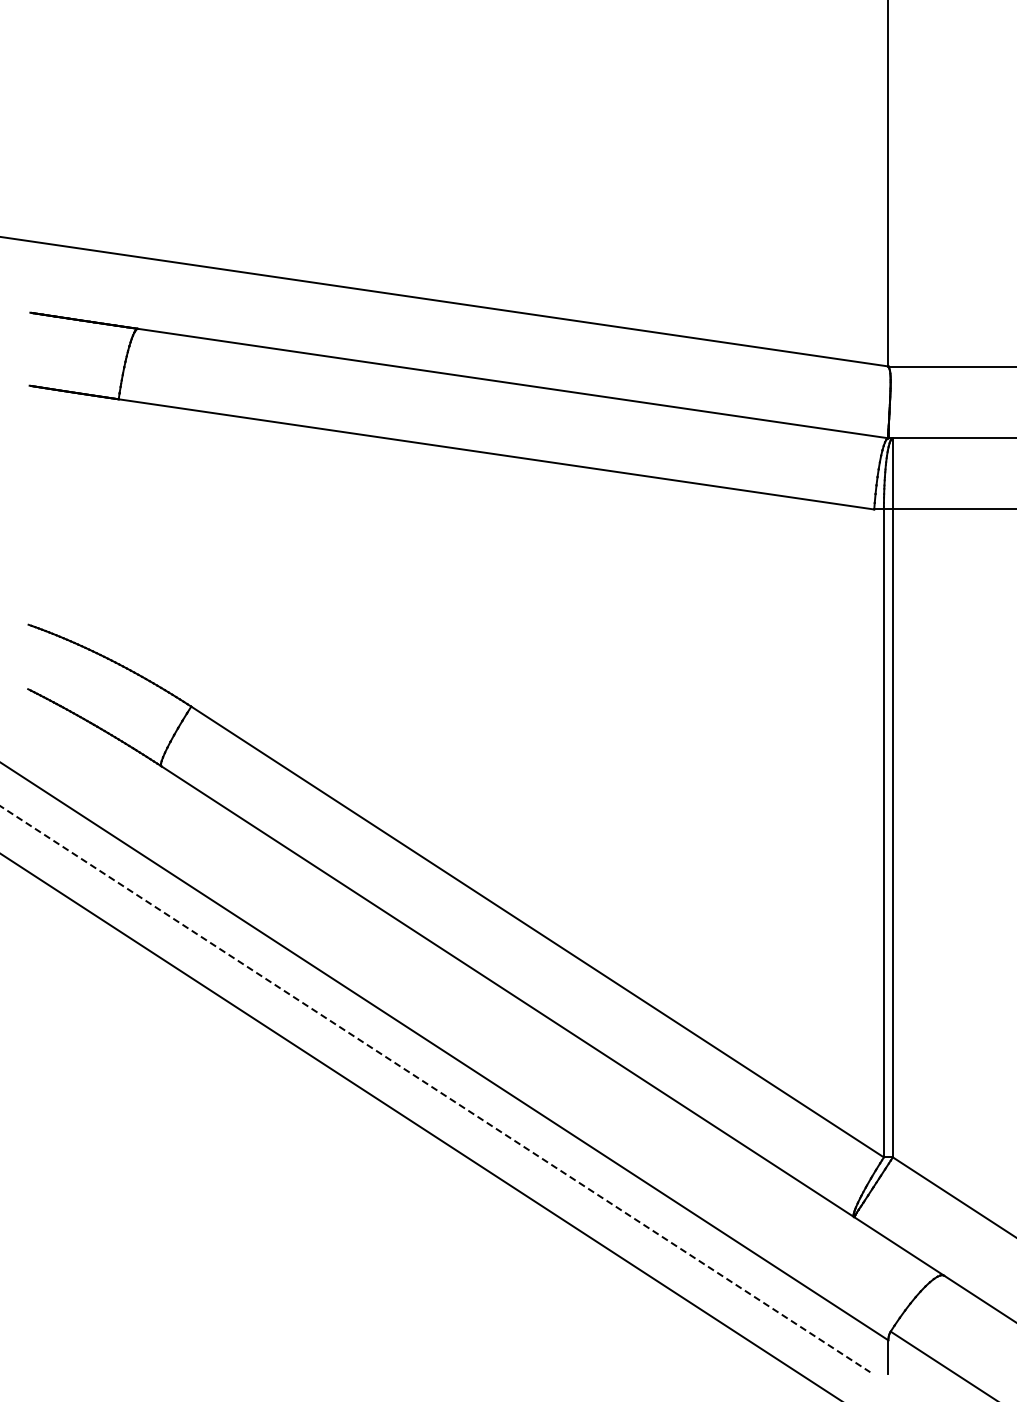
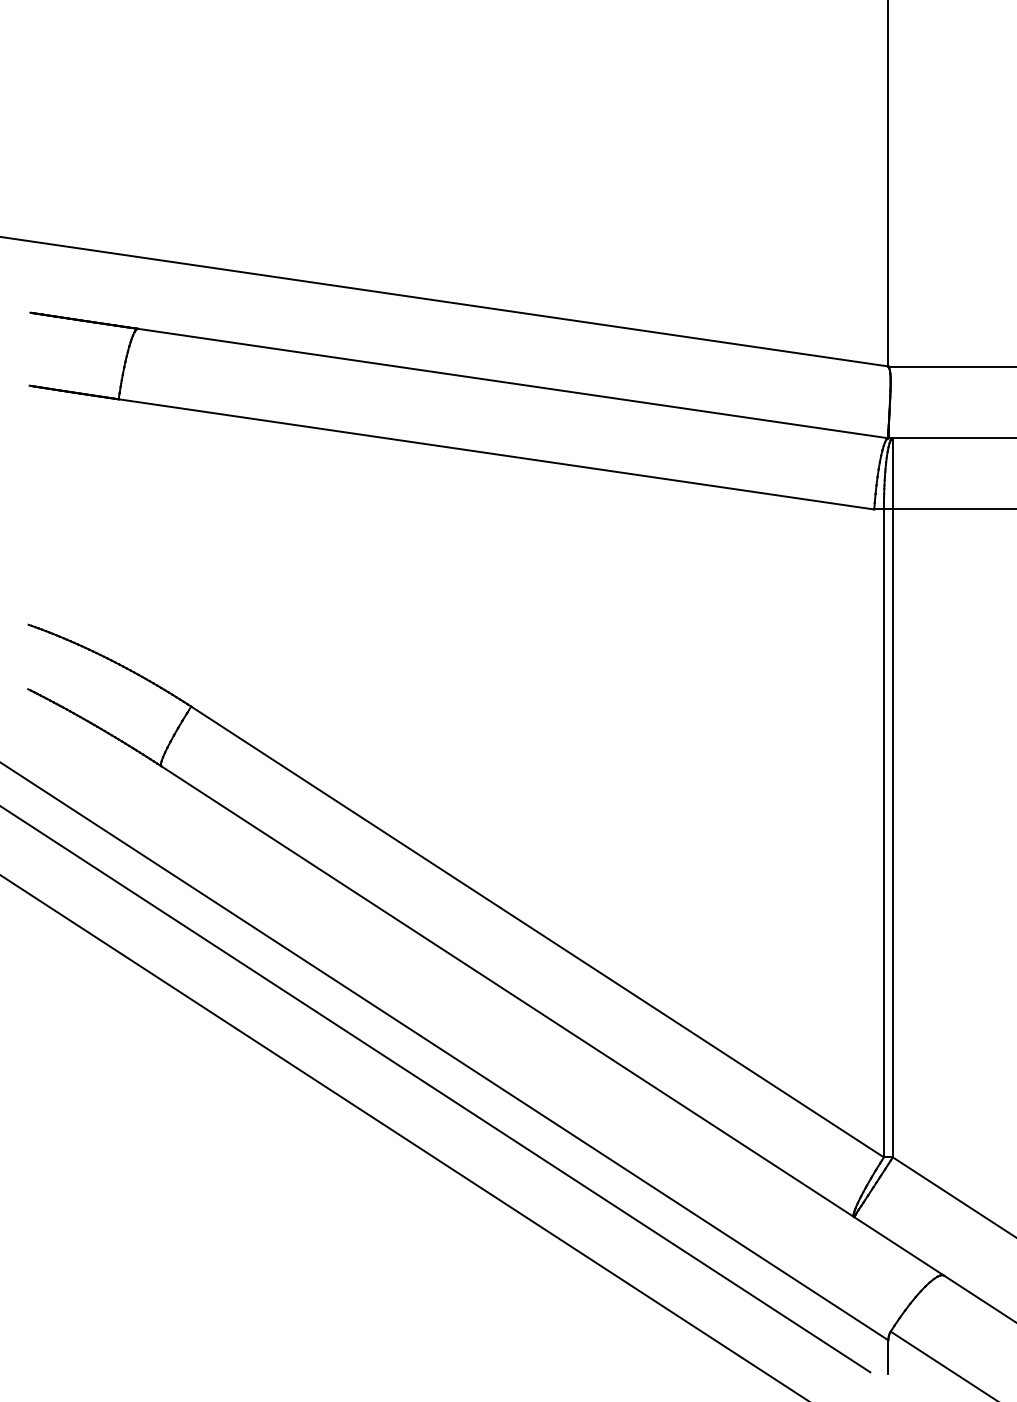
line at (435, 1089): dashed -> solid
line at (420, 1126) position: (420, 1126) -> (403, 1137)
